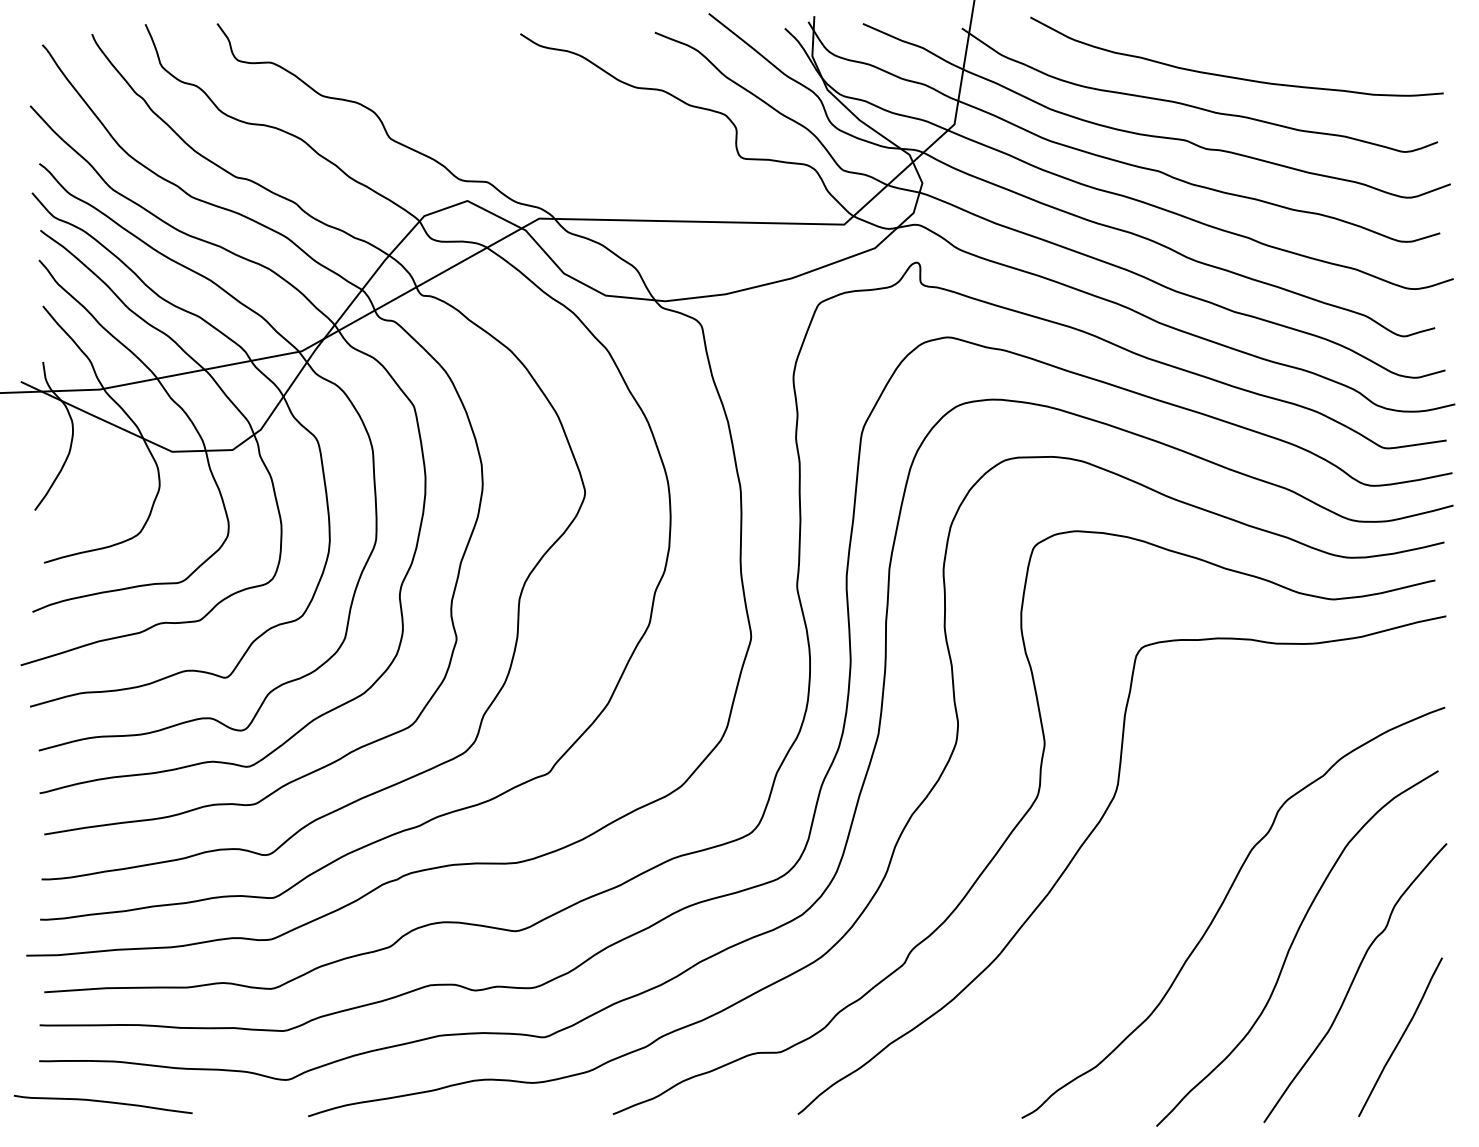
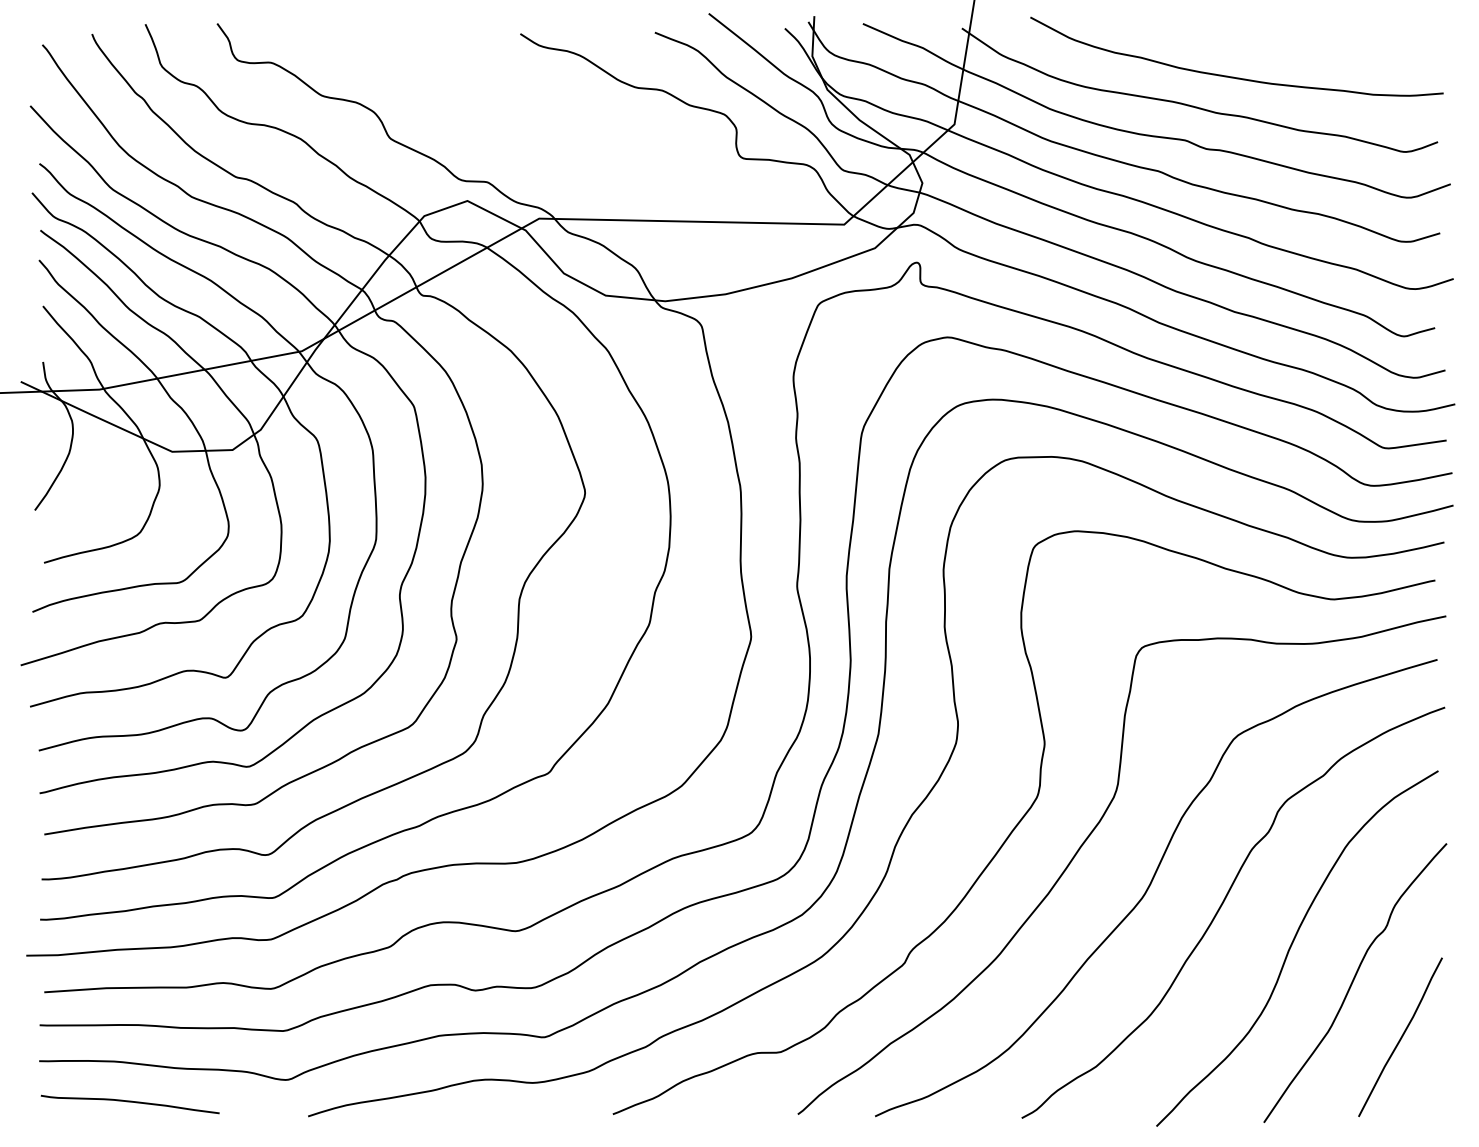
curve at (1150, 886): none -> present
curve at (102, 1102) position: (102, 1102) -> (129, 1102)
